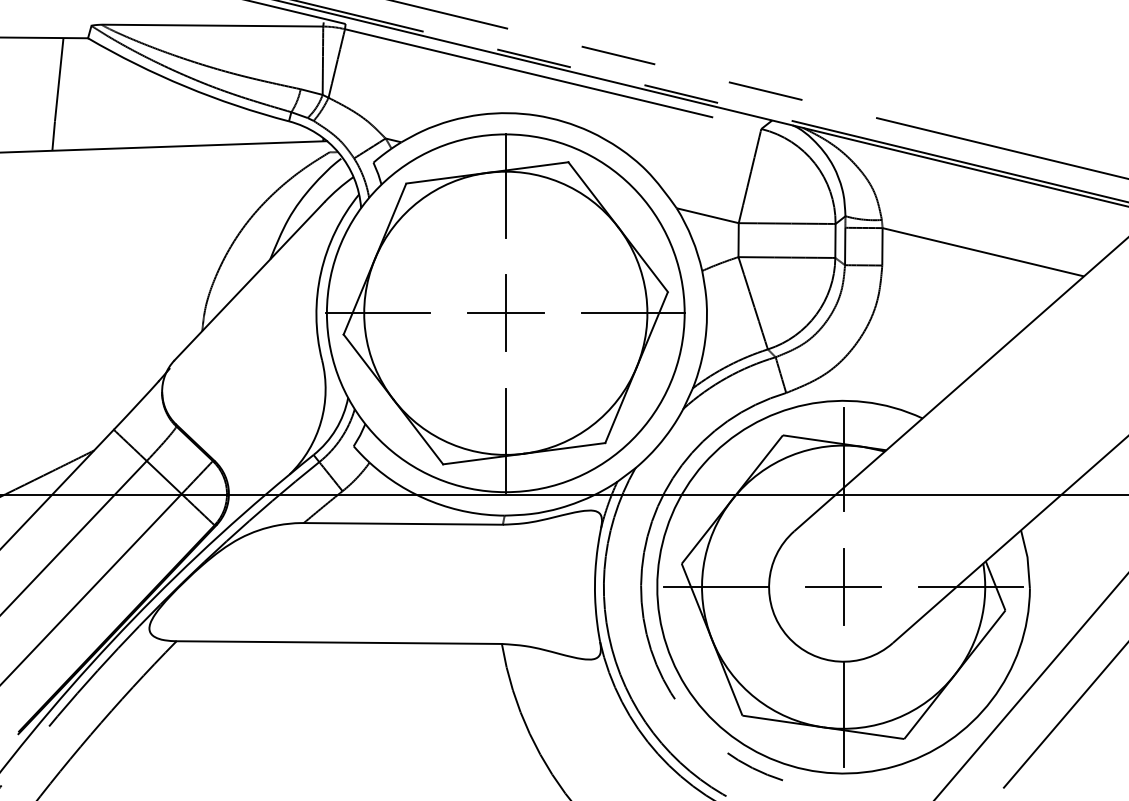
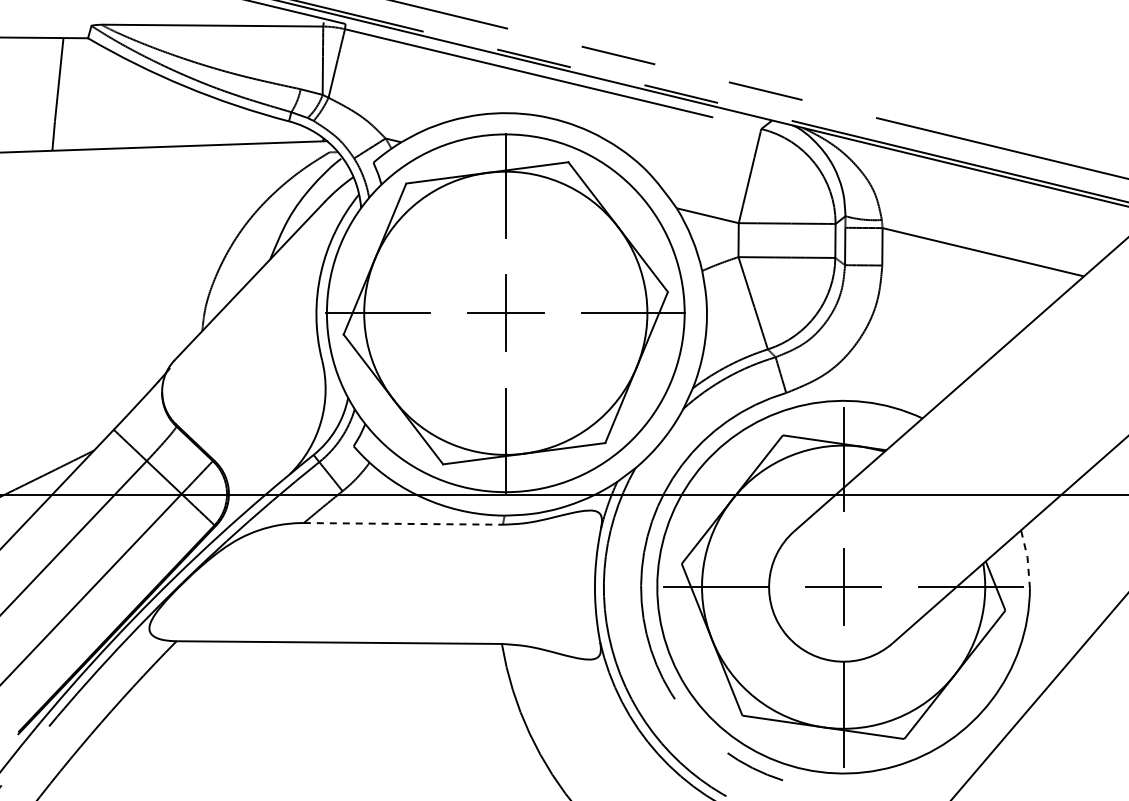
line at (403, 523): solid -> dashed
line at (1027, 558): solid -> dashed
line at (1030, 686) position: (1030, 686) -> (1039, 696)
line at (1060, 721): present -> none
